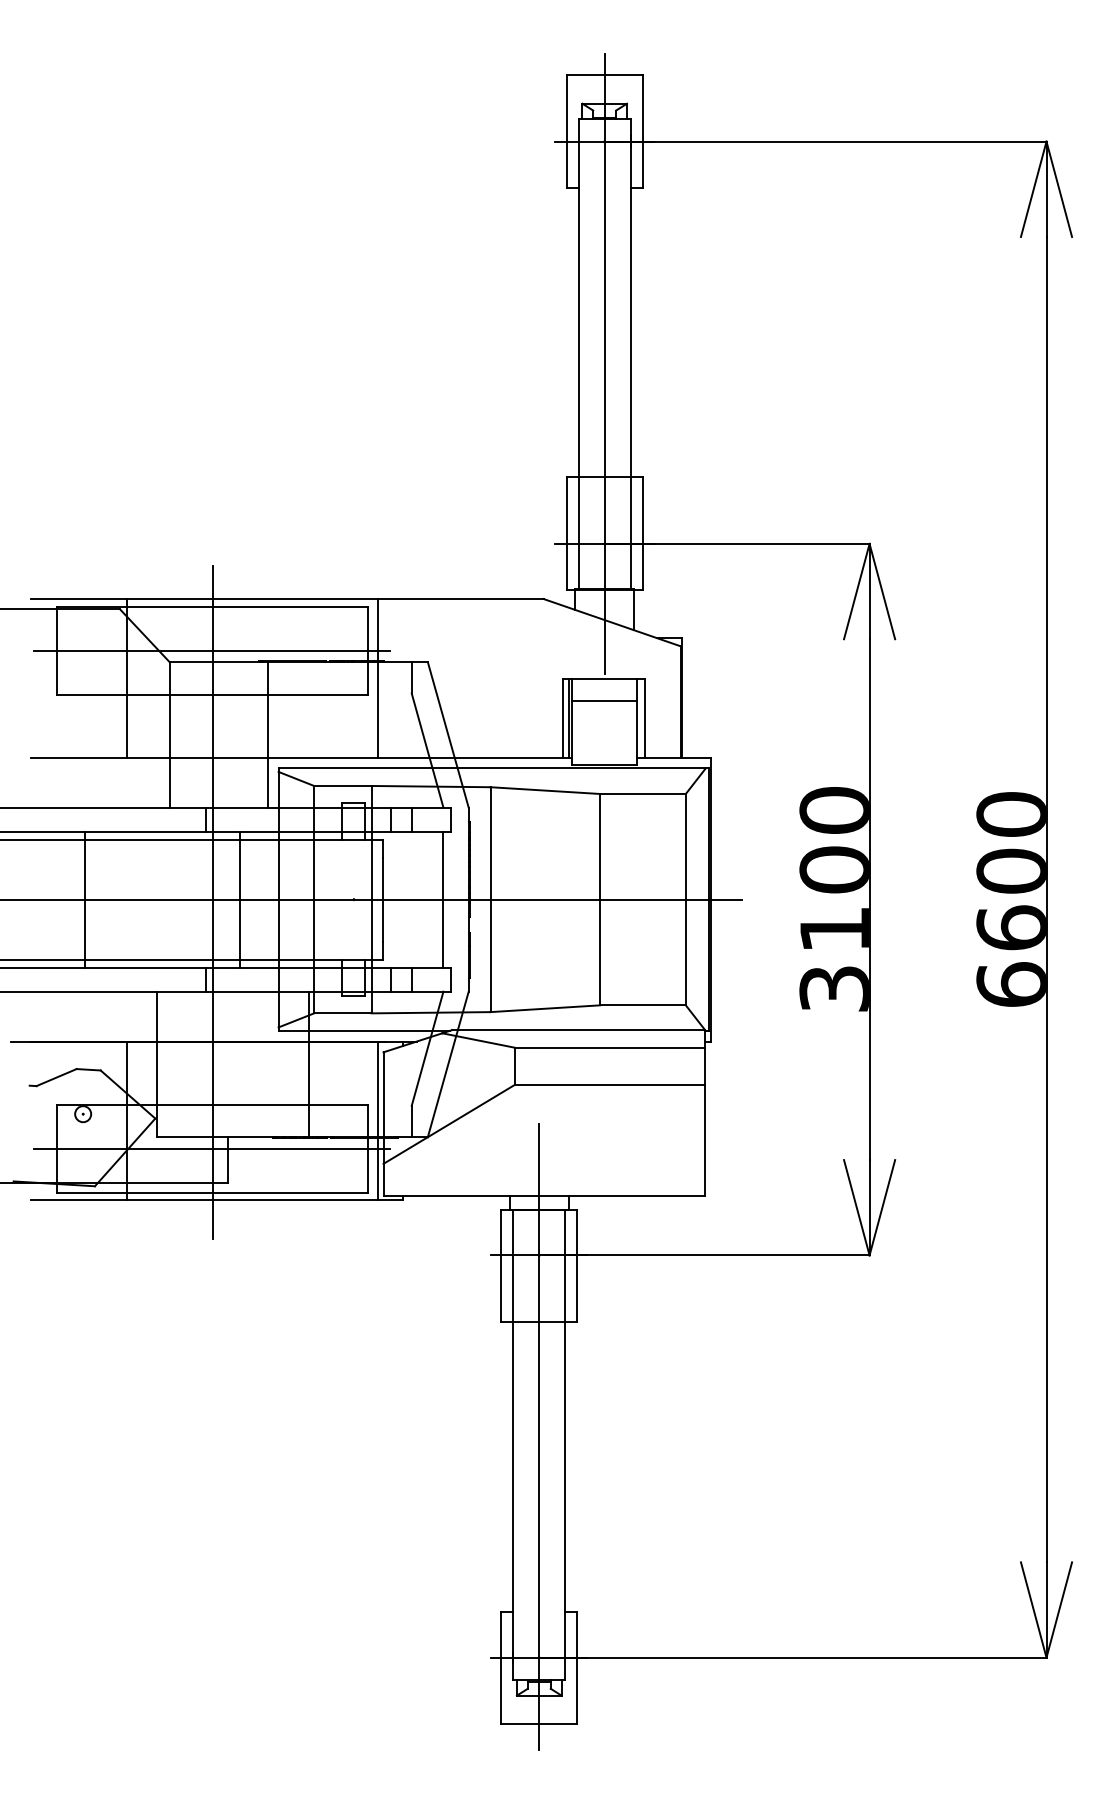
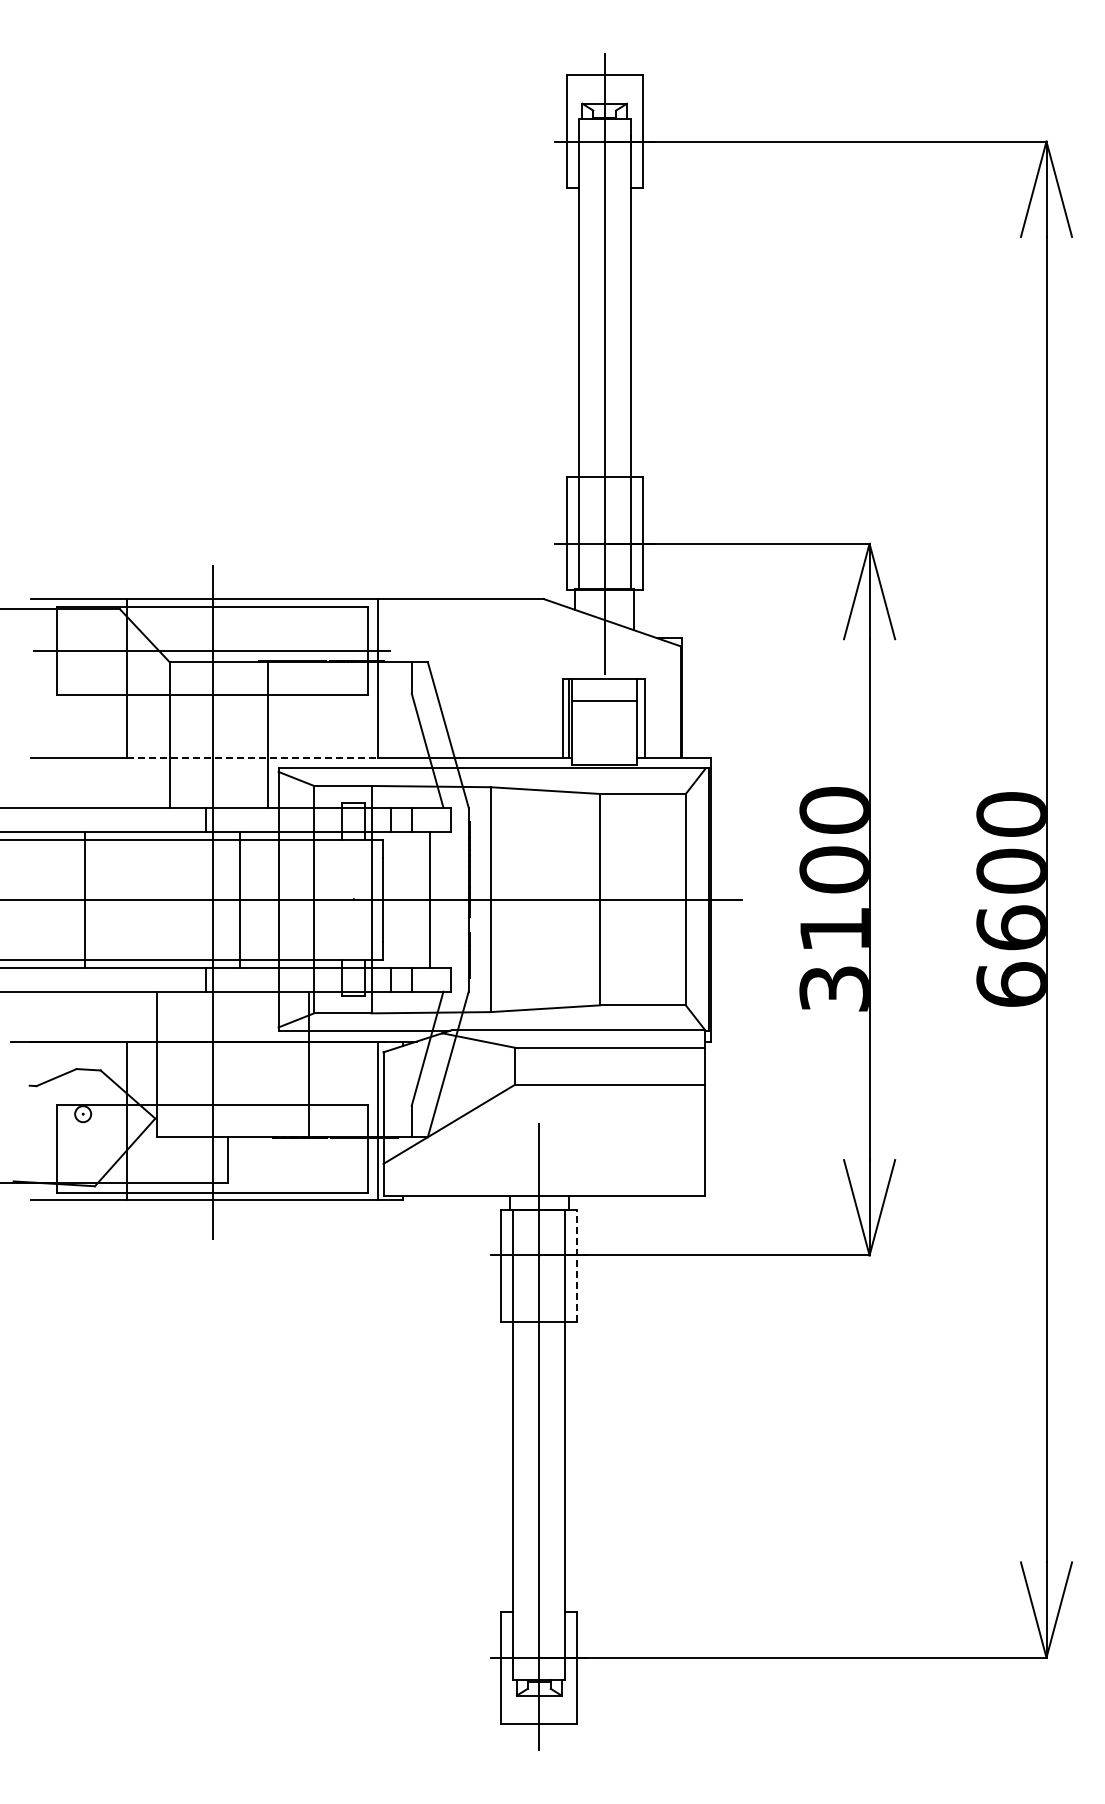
line at (253, 757): solid -> dashed
line at (443, 899) position: (443, 899) -> (430, 899)
line at (211, 1148): present -> none
line at (577, 1265): solid -> dashed
